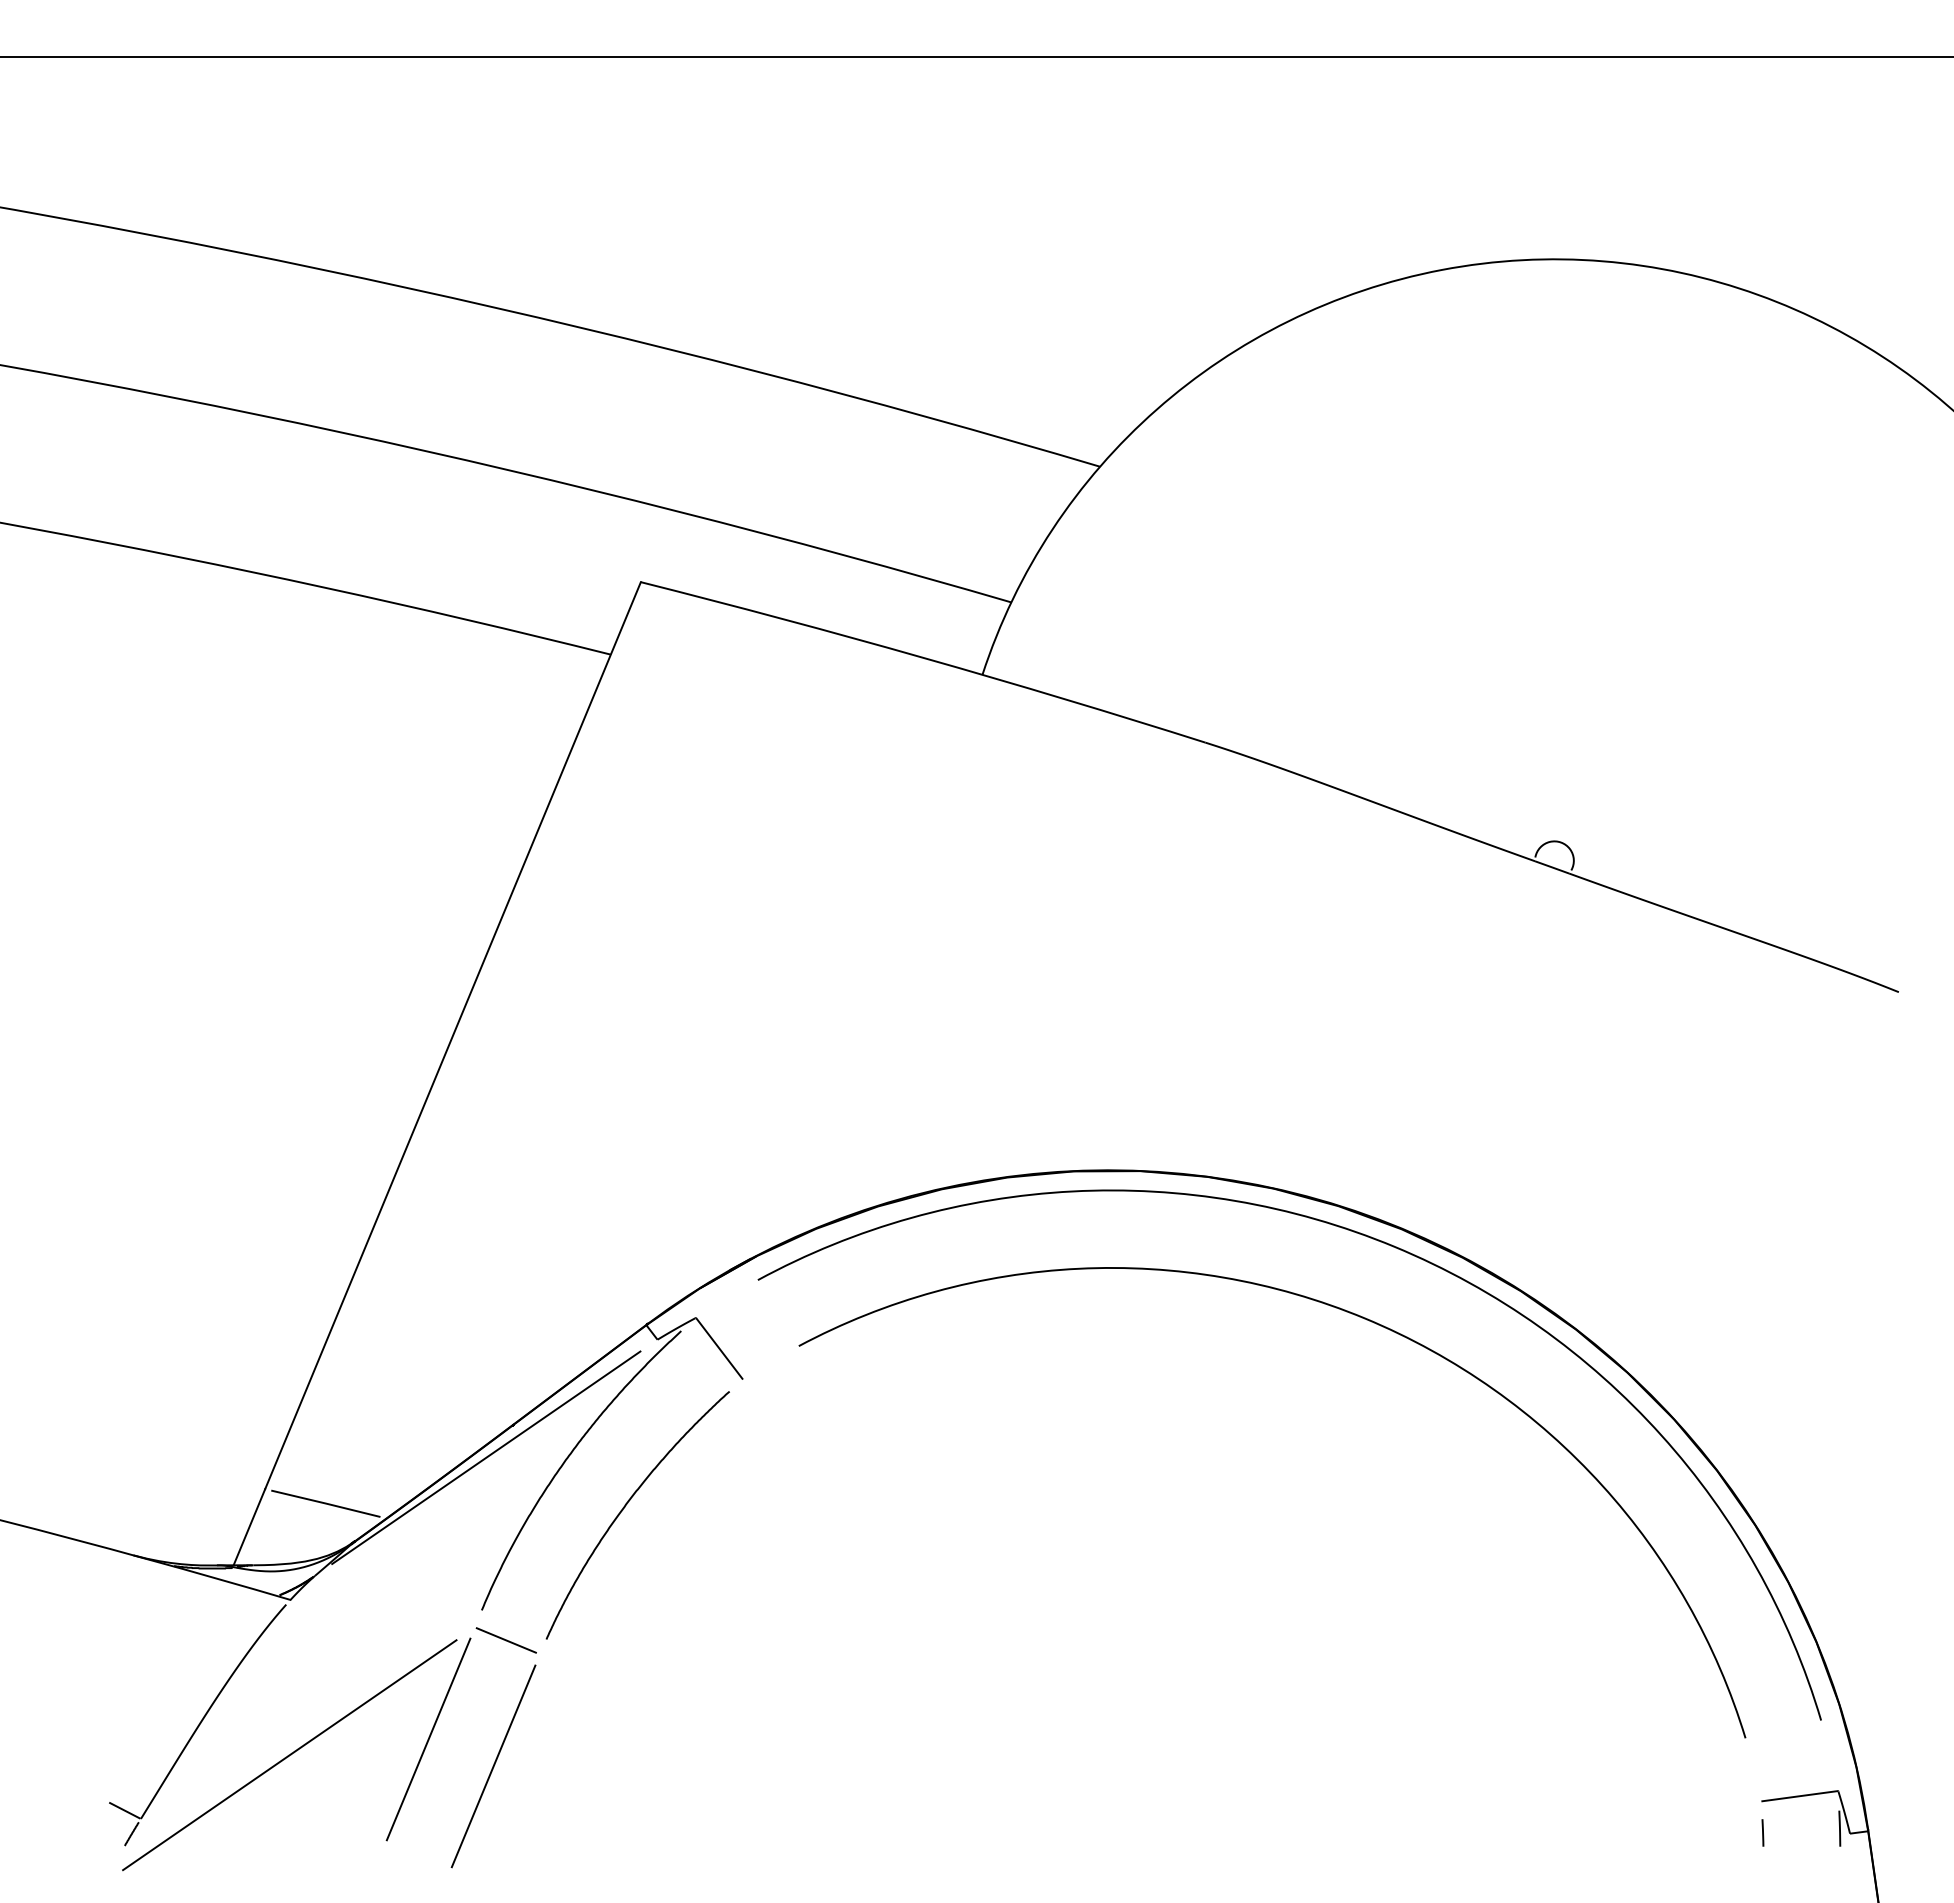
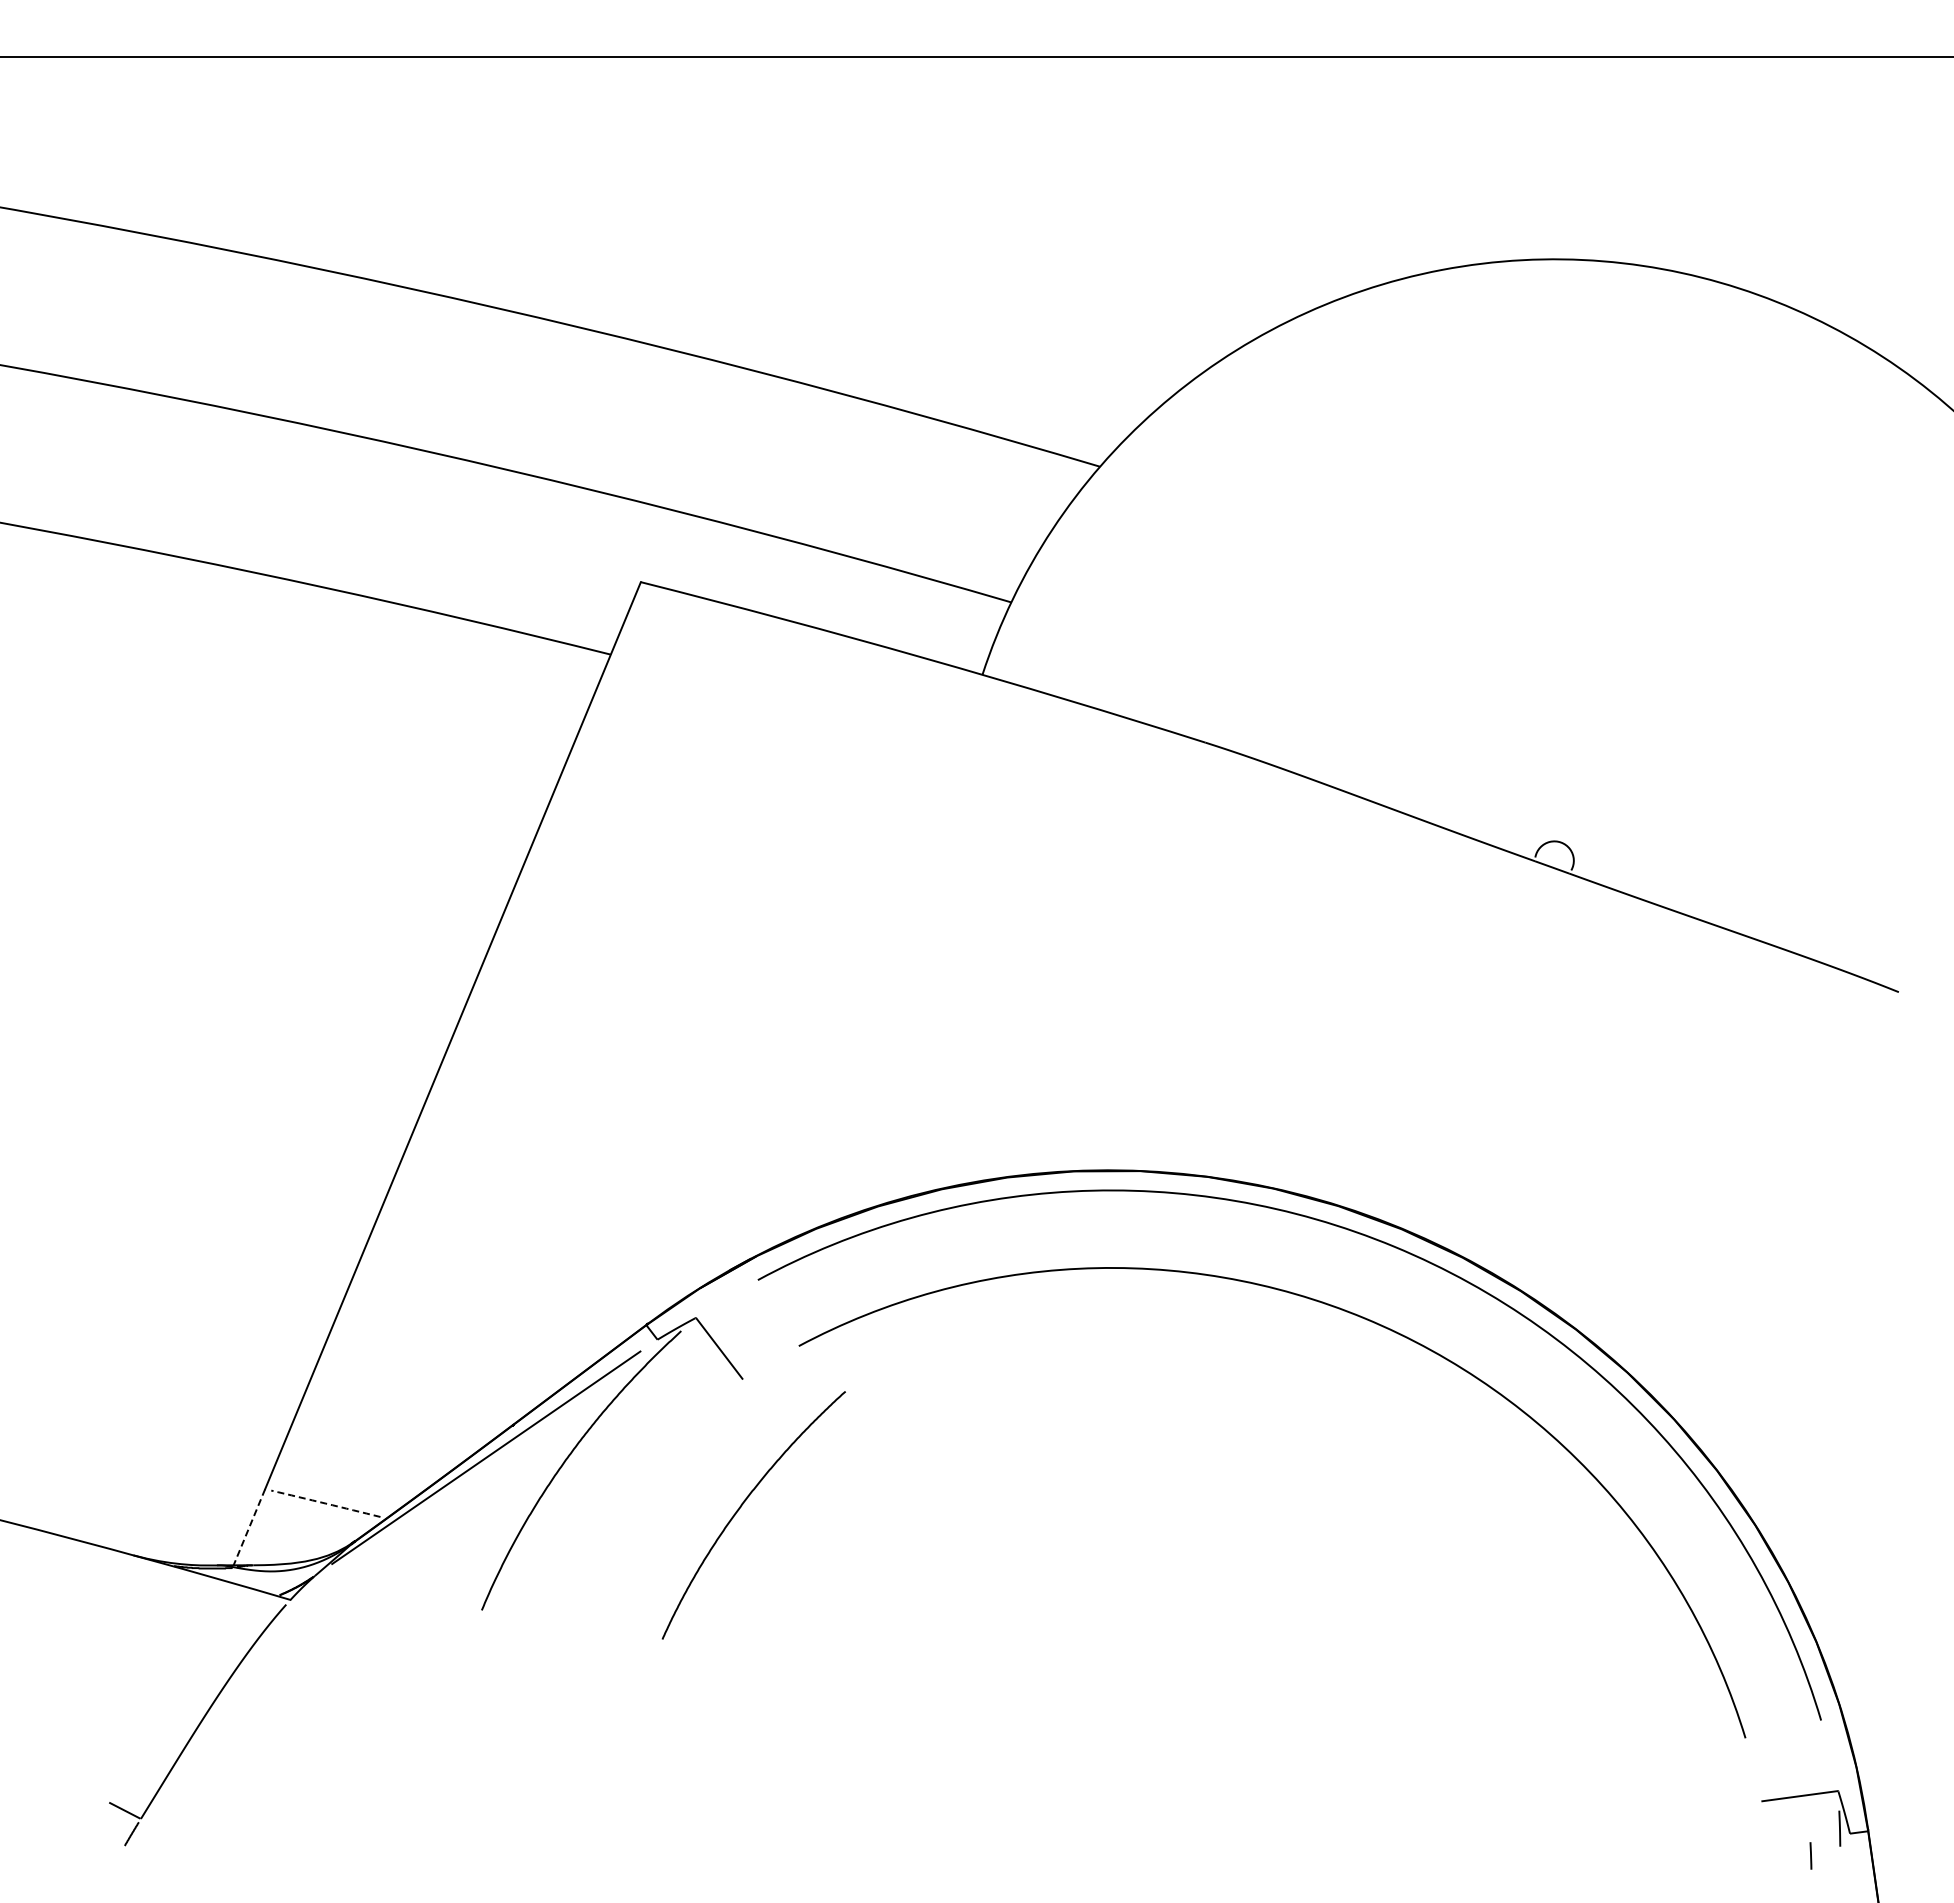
arc at (325, 1503): solid -> dashed
curve at (625, 1507) position: (625, 1507) -> (741, 1507)
line at (249, 1527): solid -> dashed
line at (505, 1640): present -> none
line at (428, 1739): present -> none
line at (289, 1755): present -> none
line at (493, 1766): present -> none
line at (1762, 1832) position: (1762, 1832) -> (1810, 1855)
